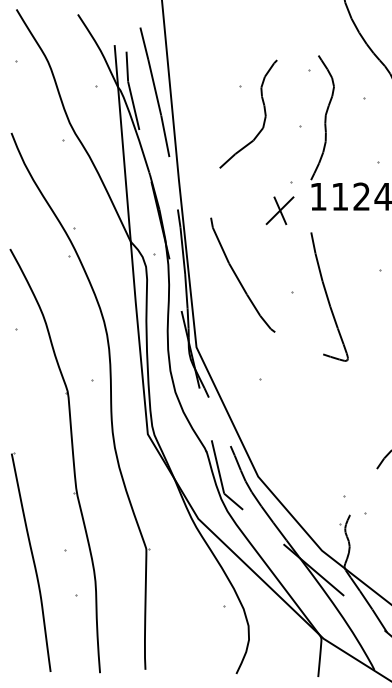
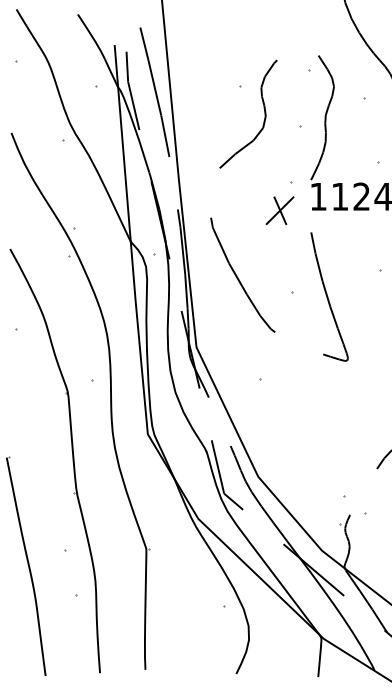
part at (31, 561) position: (31, 561) -> (26, 565)
